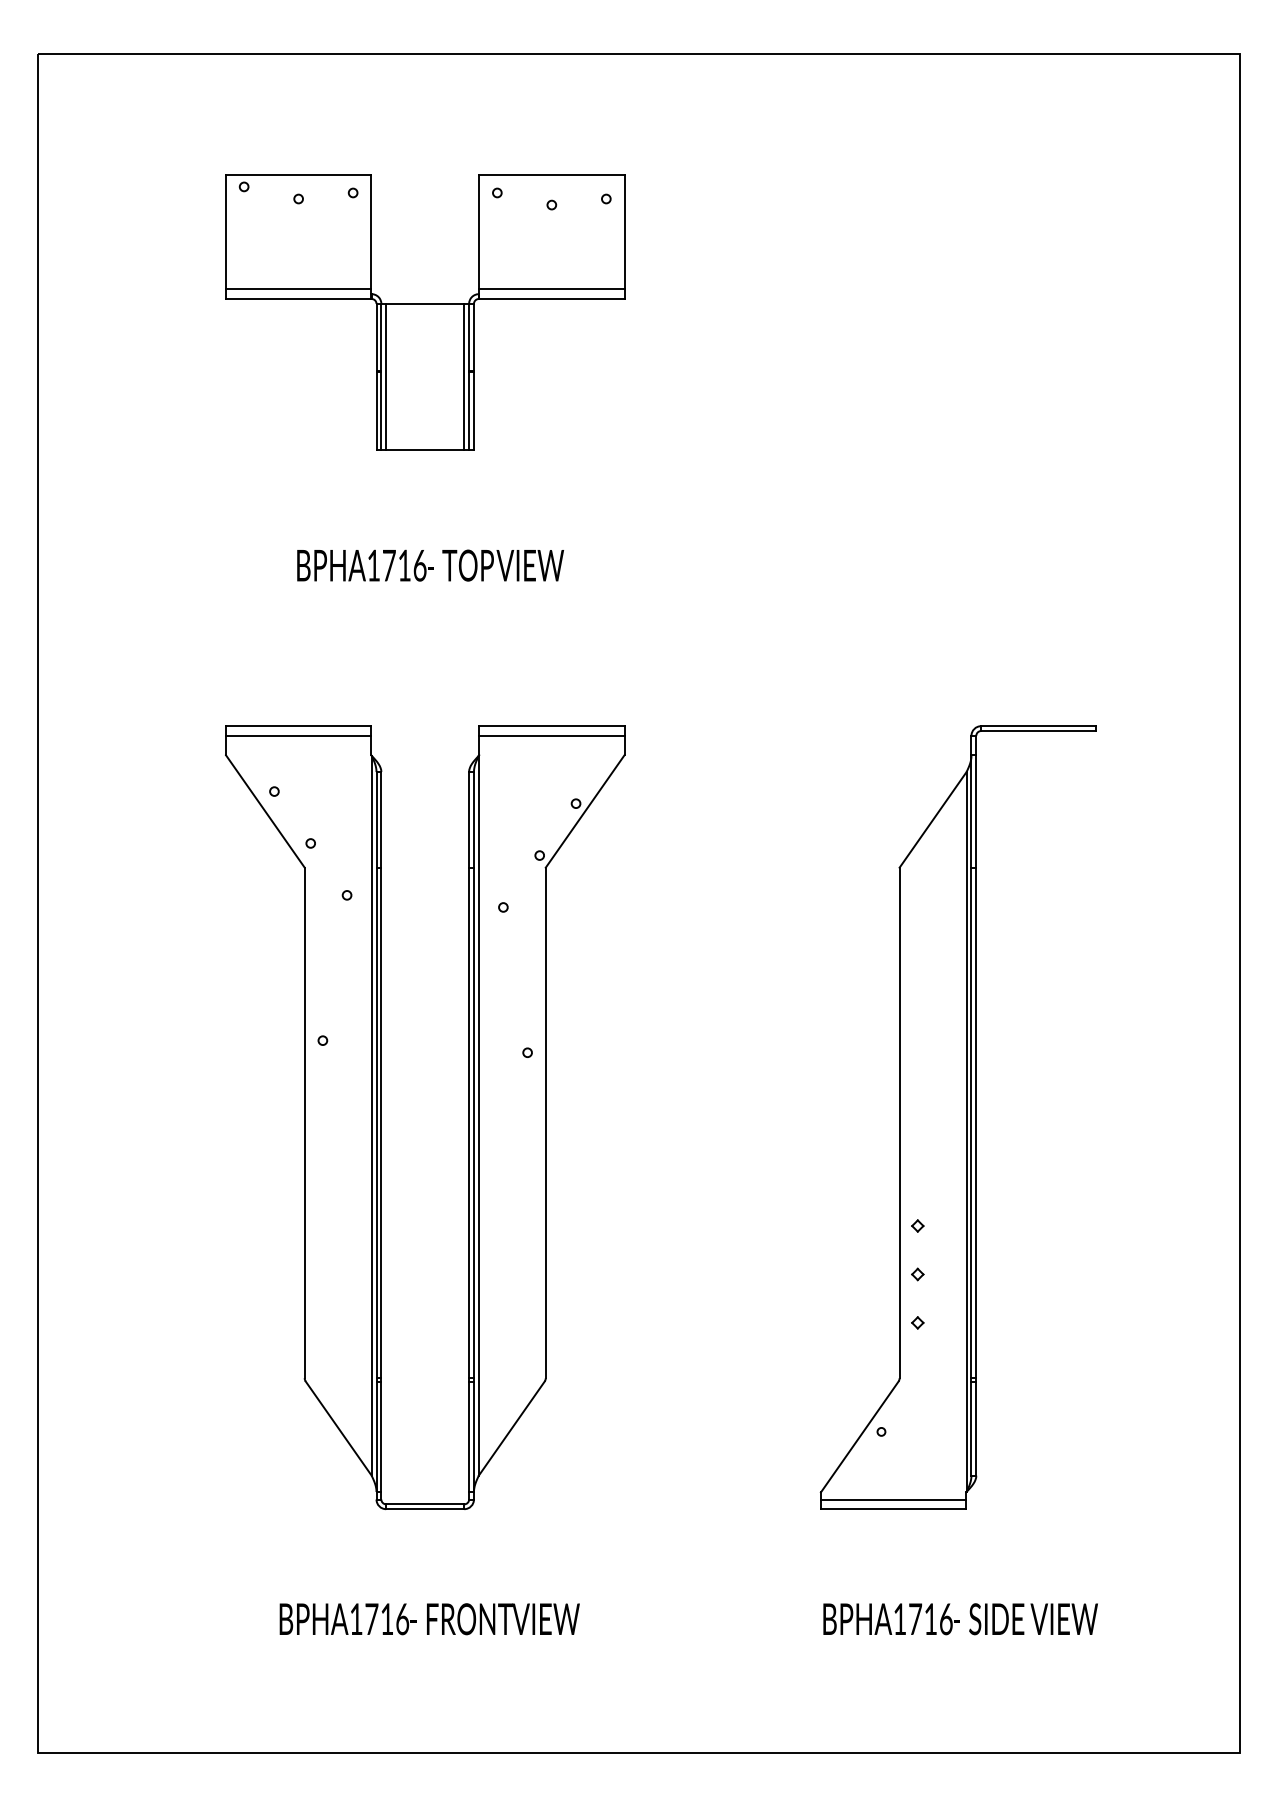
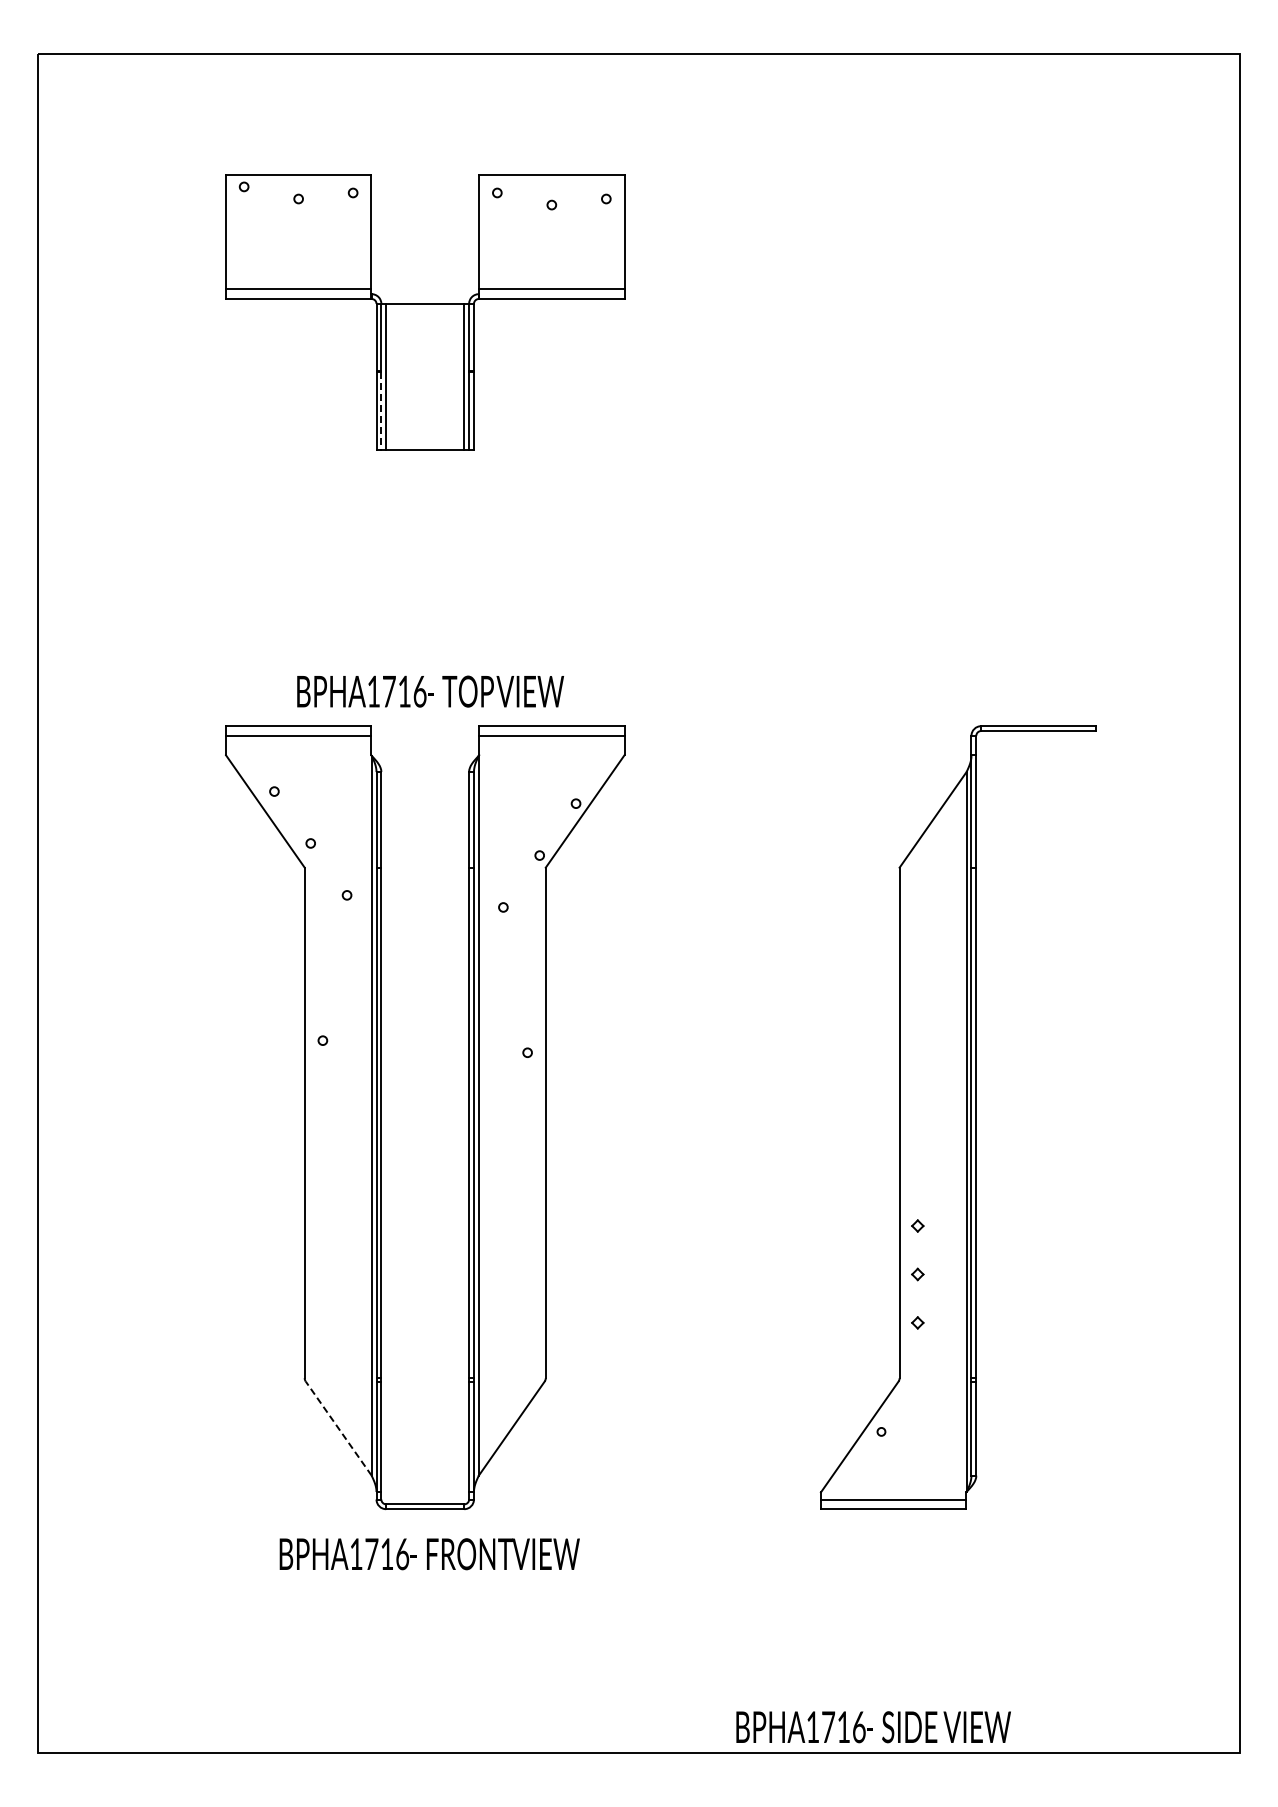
line at (381, 410): solid -> dashed
text at (430, 565) position: (430, 565) -> (430, 691)
line at (338, 1428): solid -> dashed
text at (429, 1619) position: (429, 1619) -> (429, 1554)
text at (960, 1619) position: (960, 1619) -> (873, 1727)
